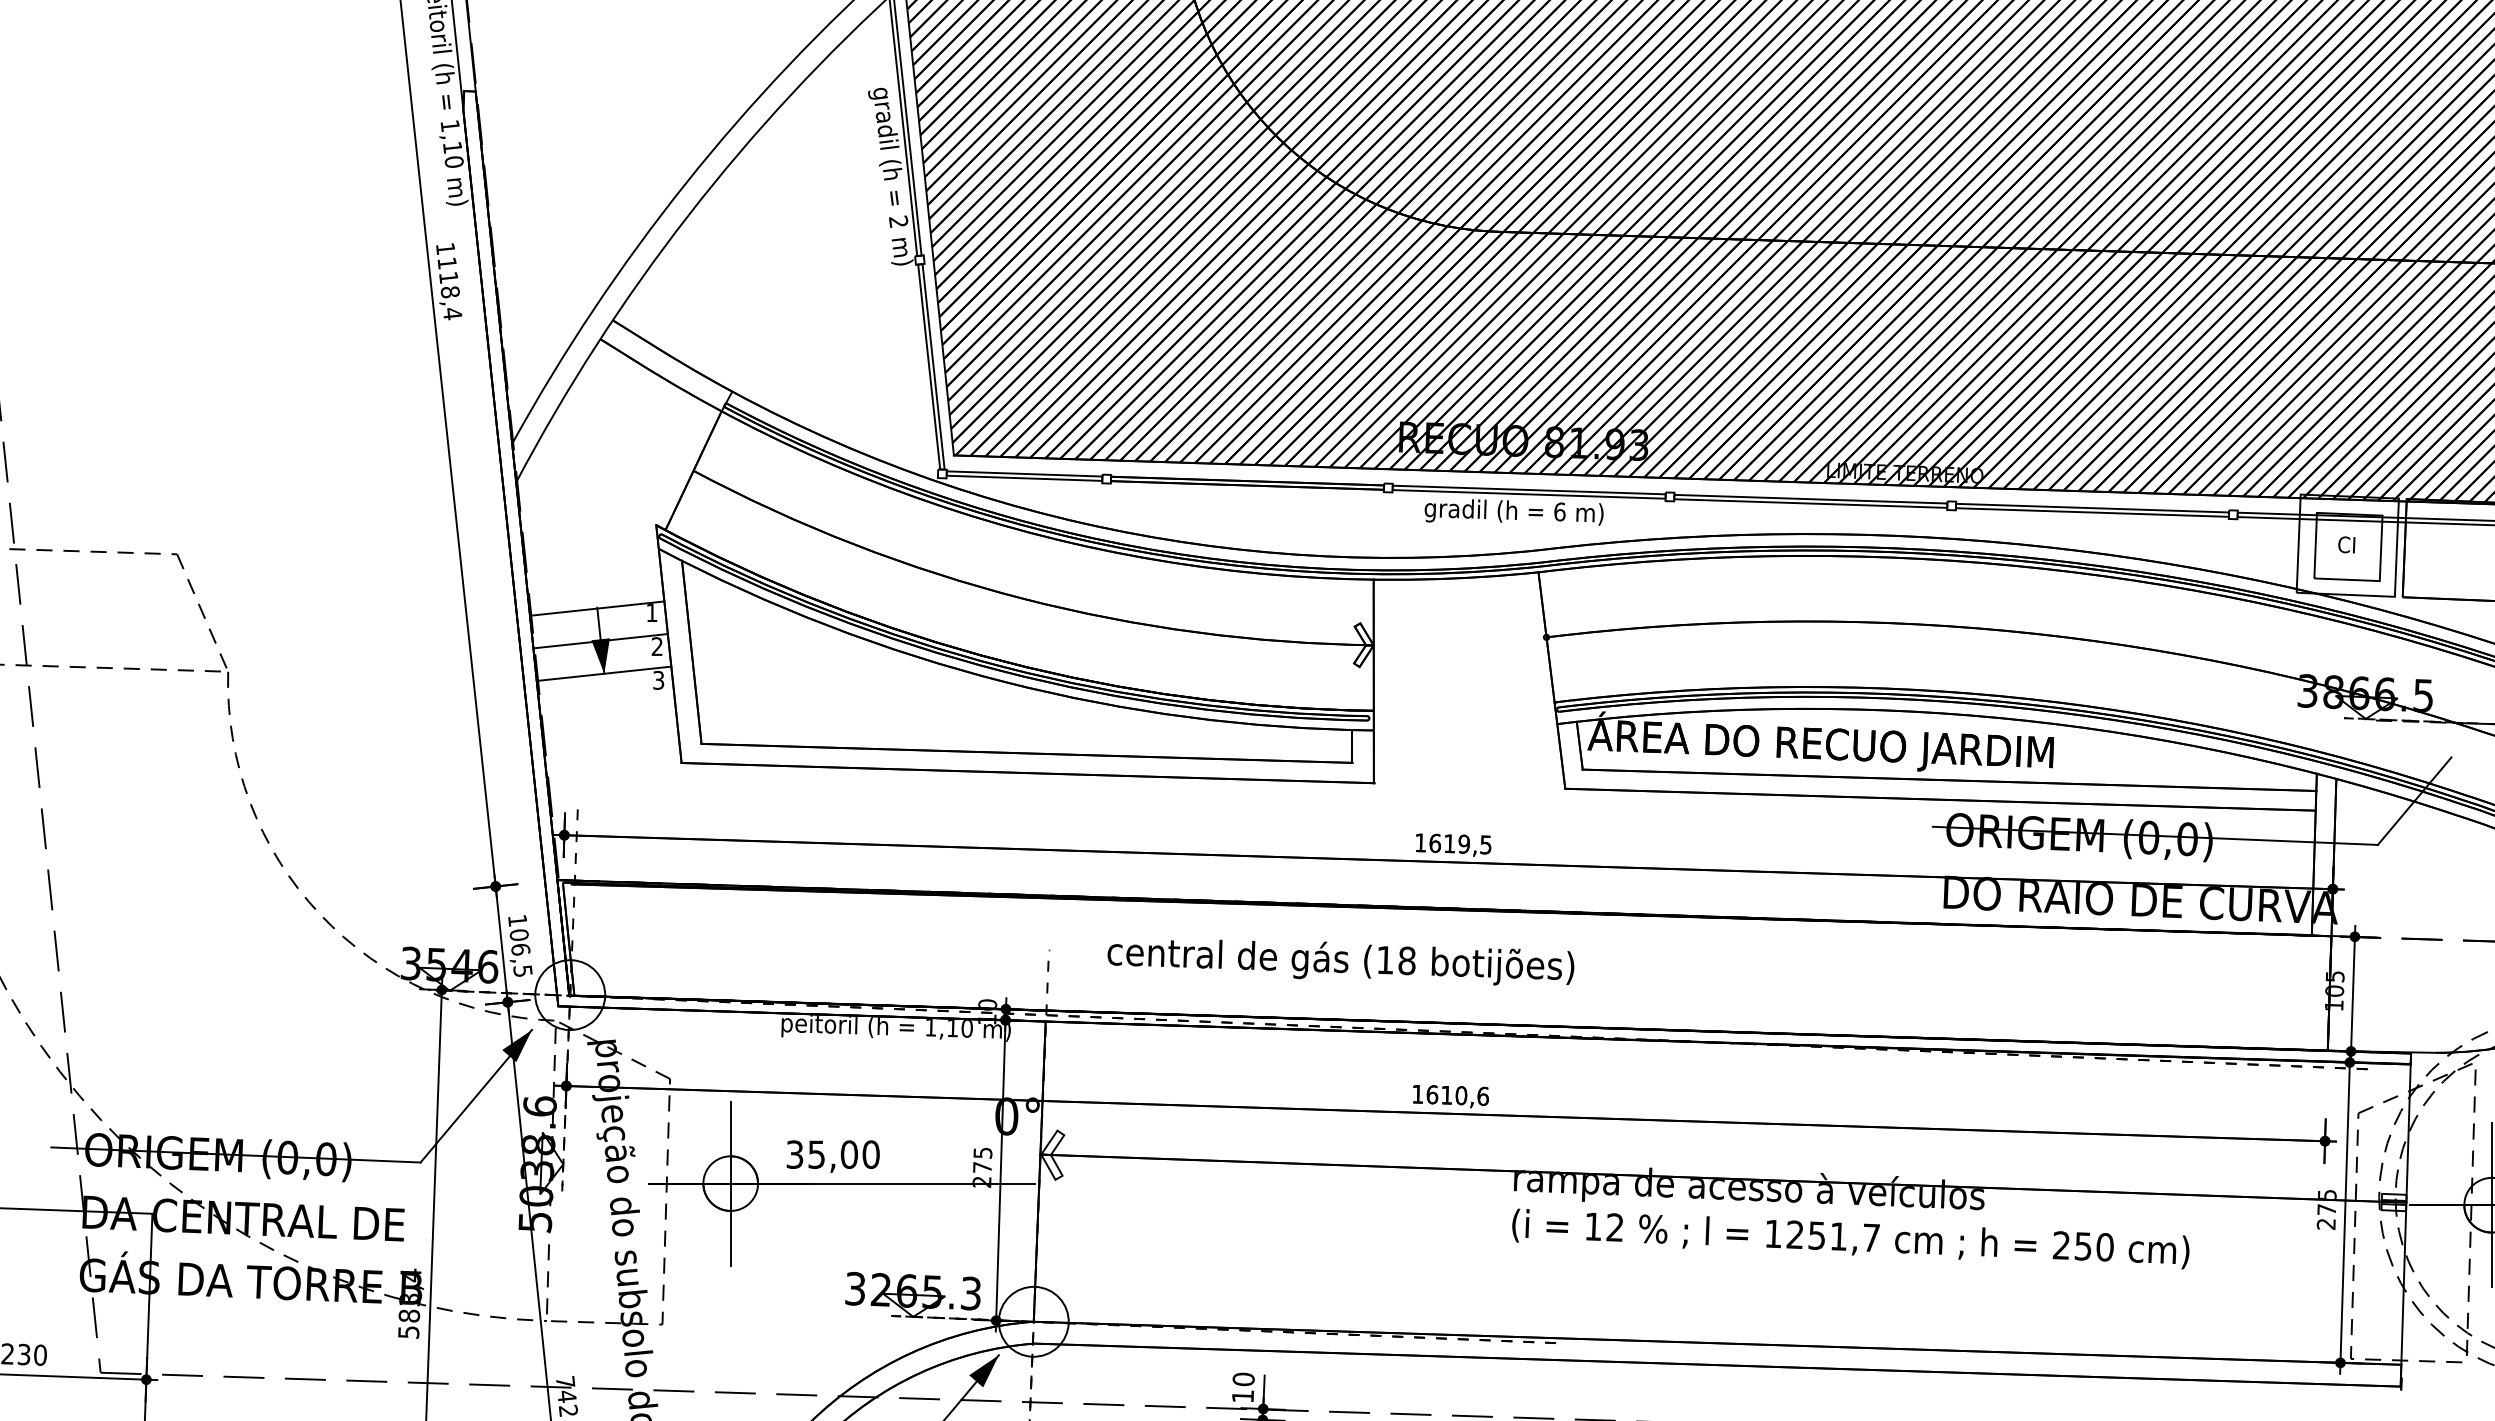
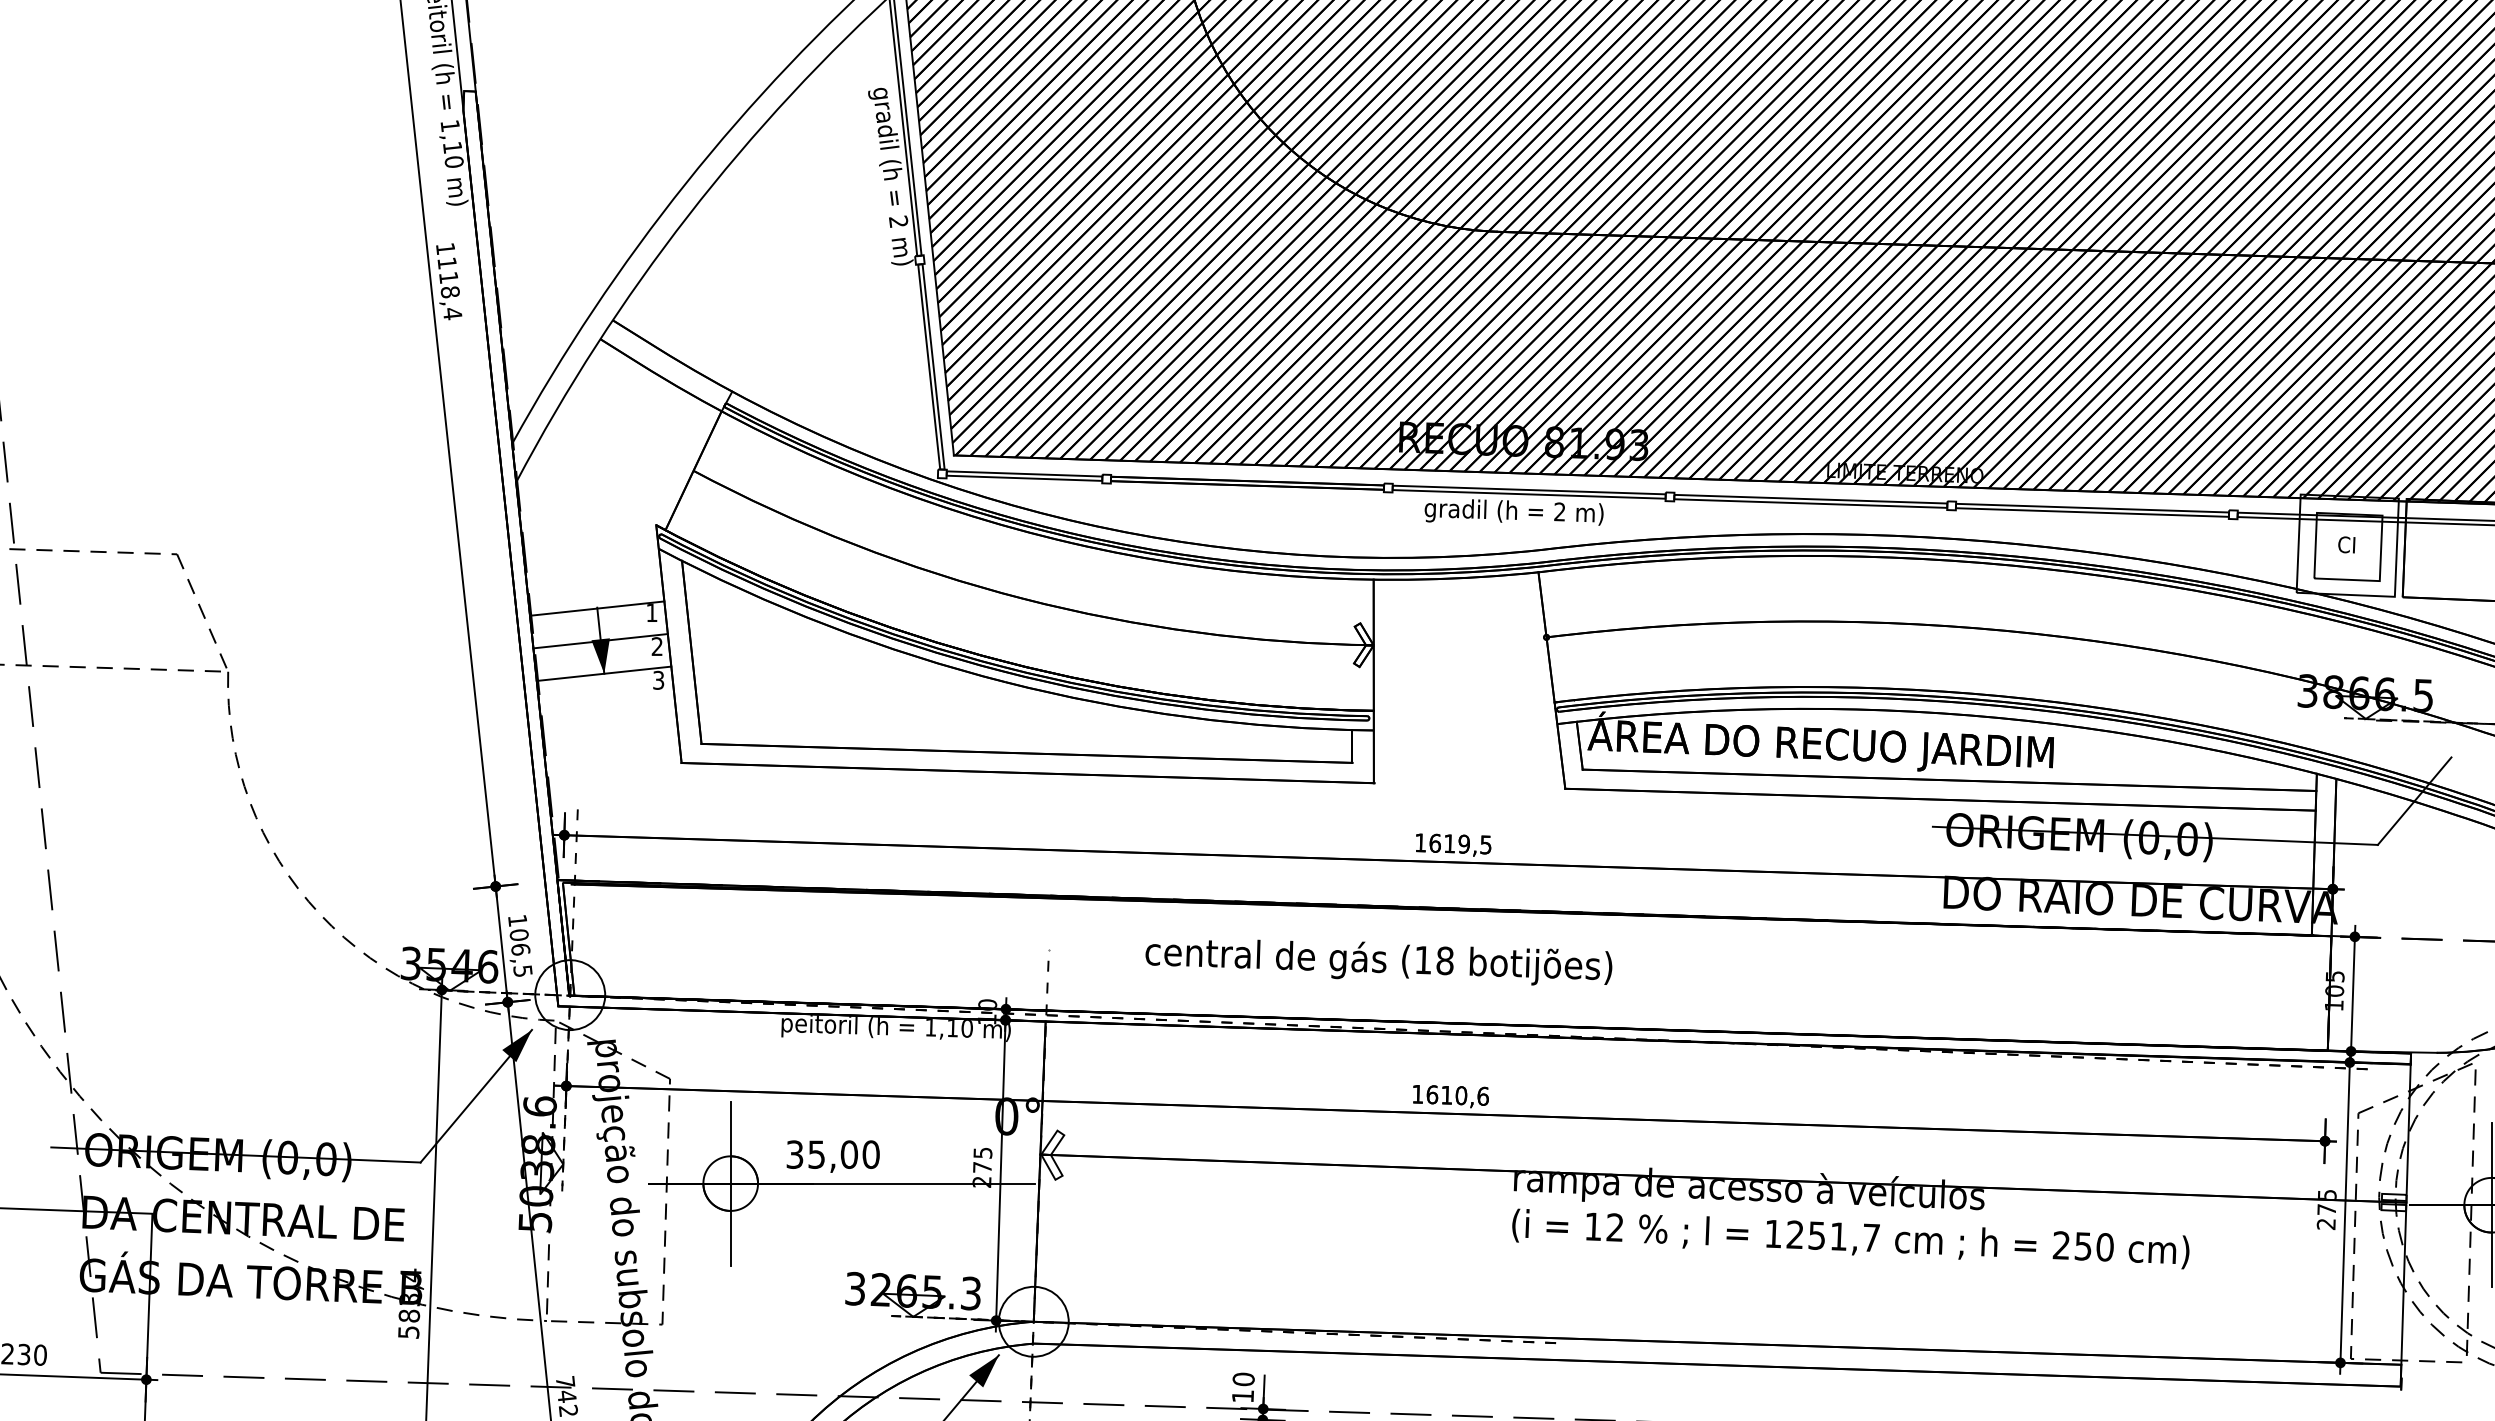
text at (1559, 511): 6 -> 2
text at (1340, 962) position: (1340, 962) -> (1378, 962)
